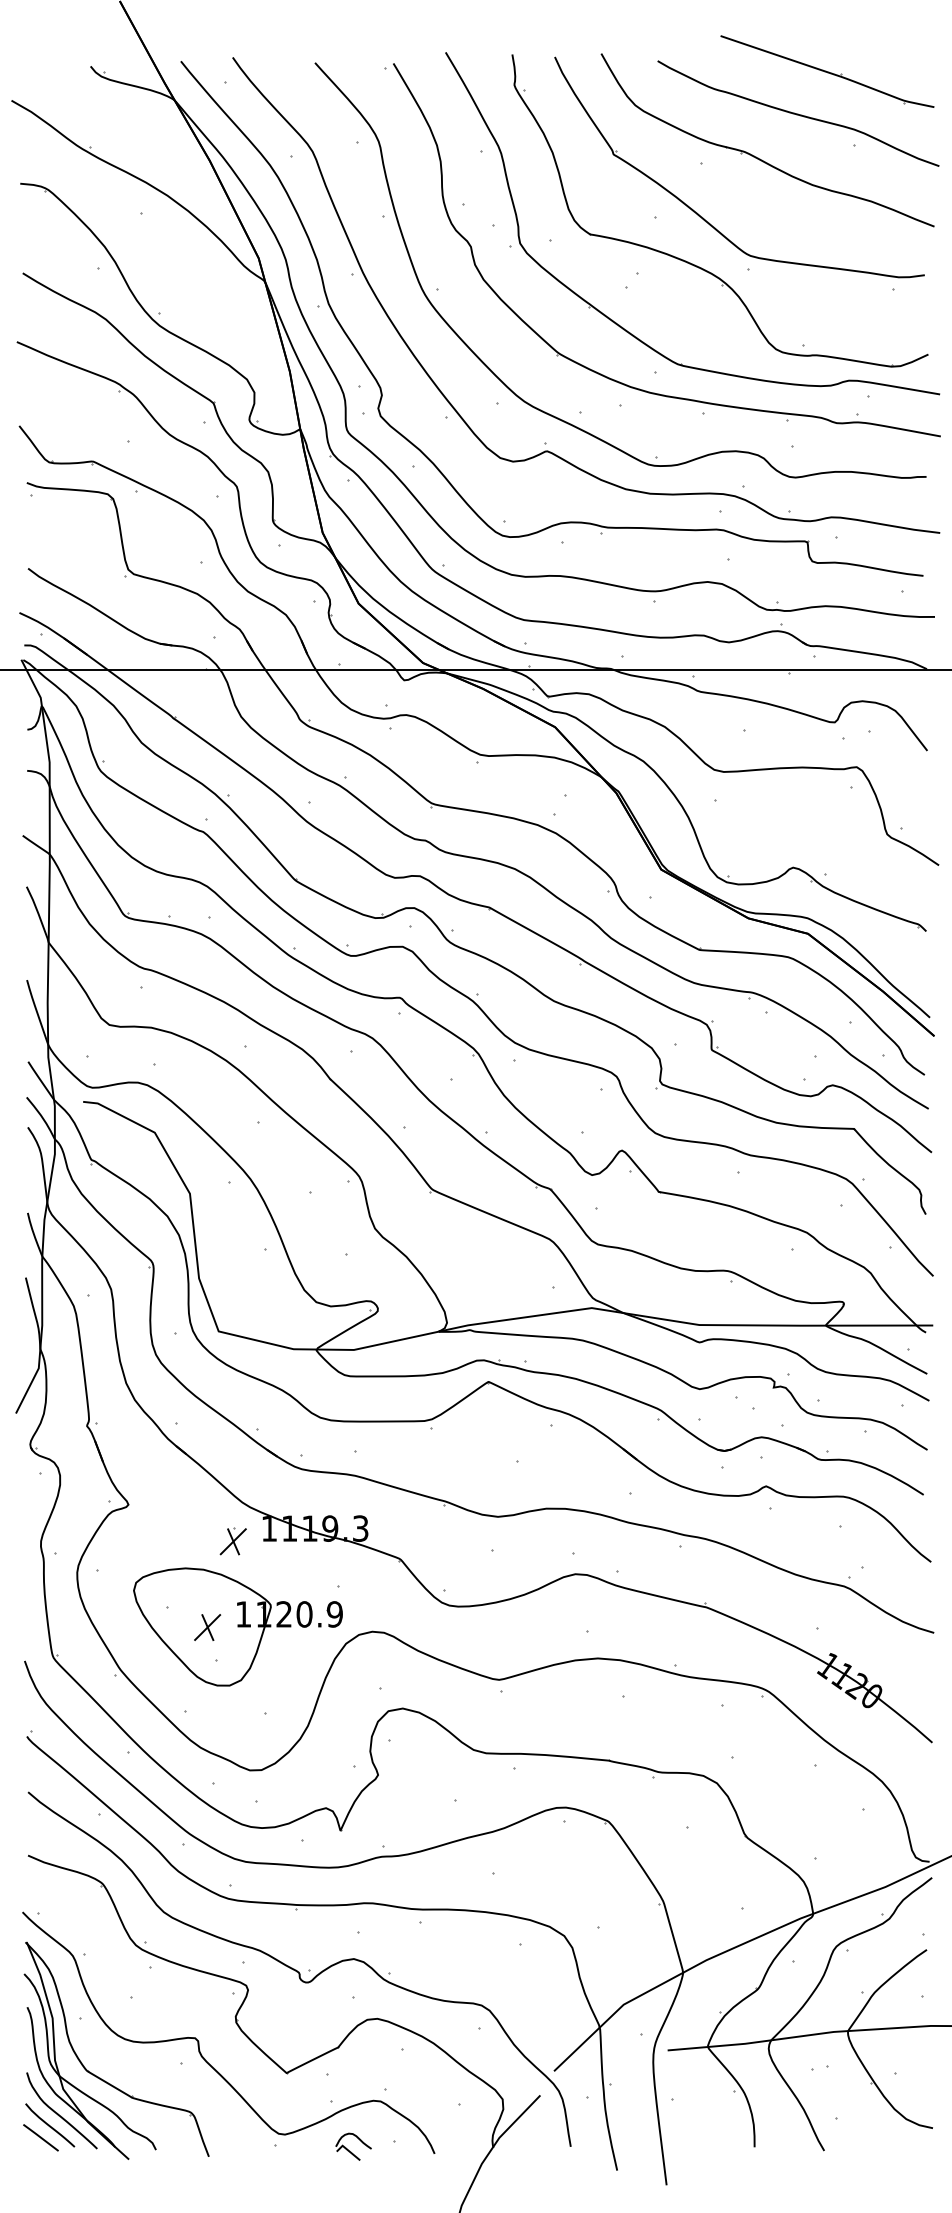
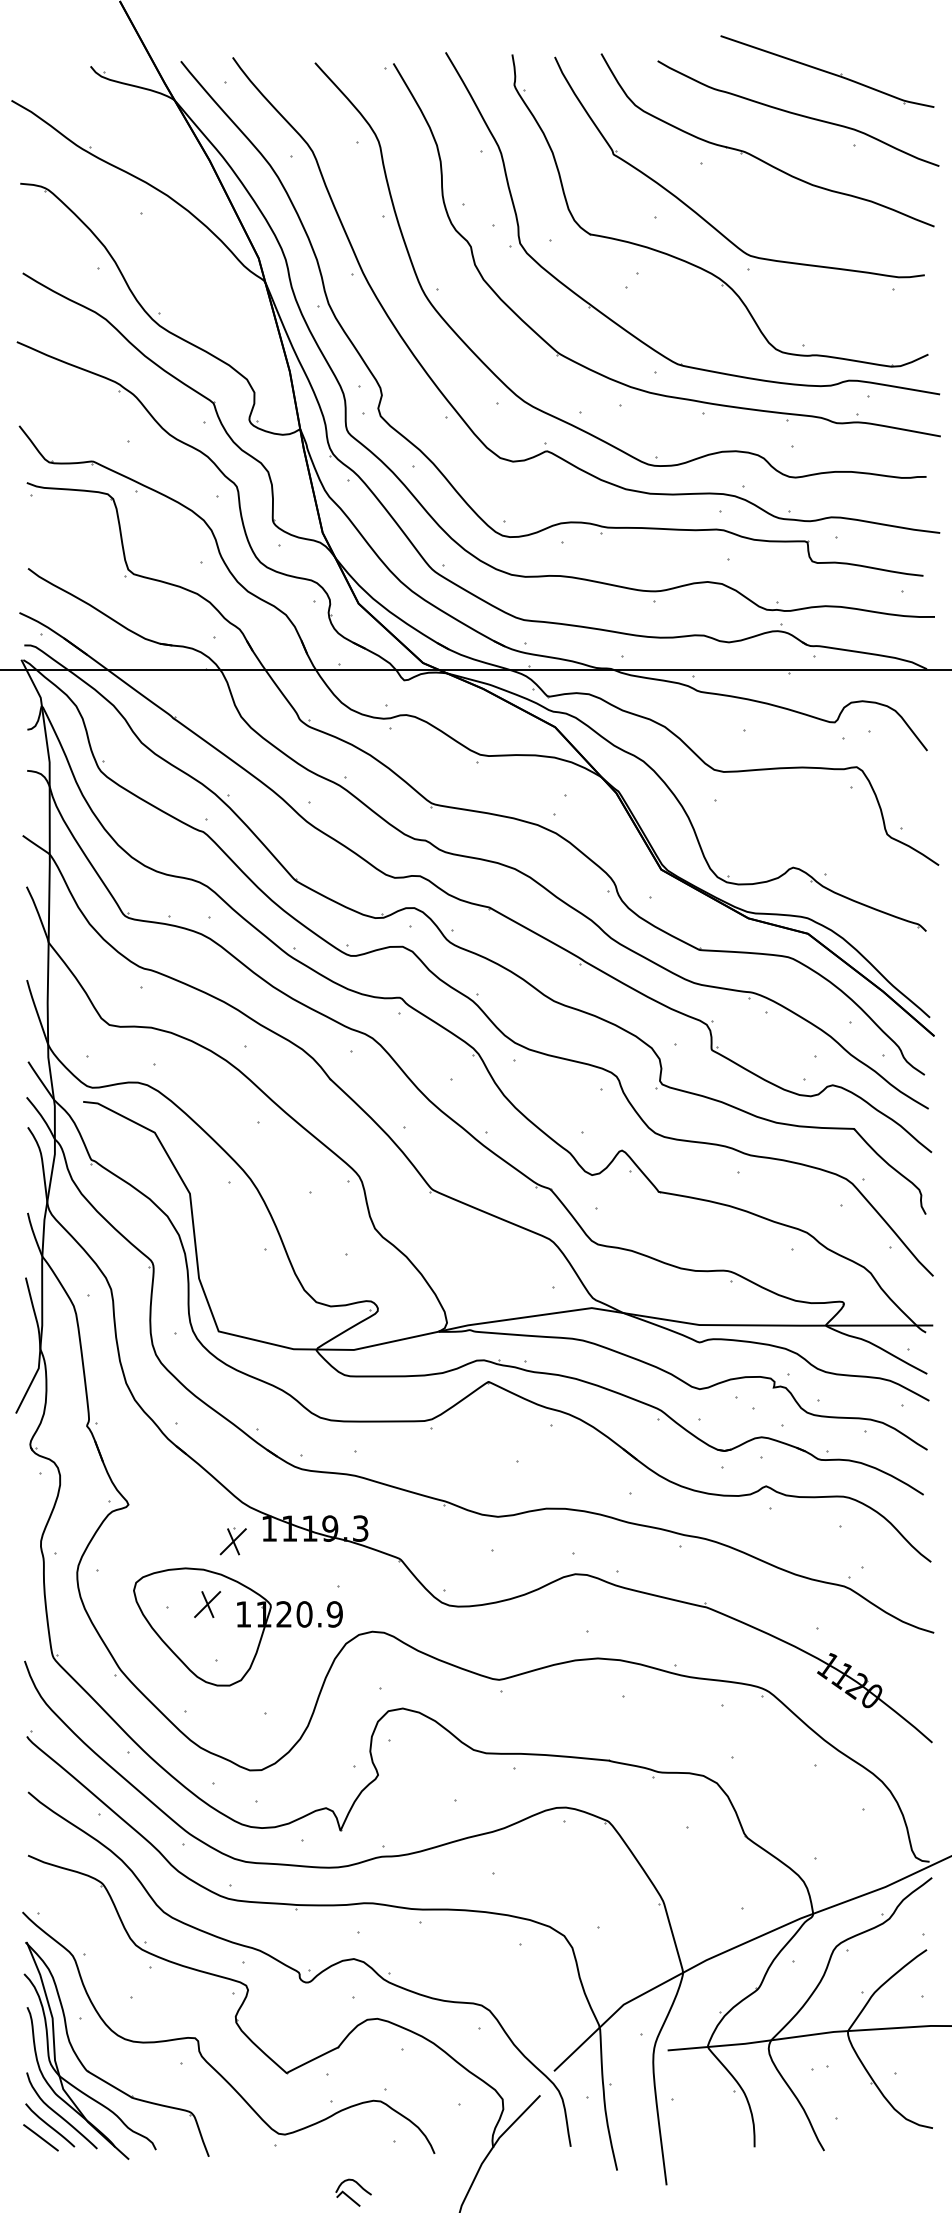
part at (207, 1627) position: (207, 1627) -> (207, 1604)
part at (353, 2146) position: (353, 2146) -> (353, 2192)
